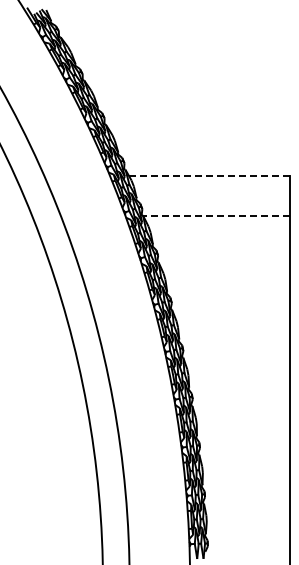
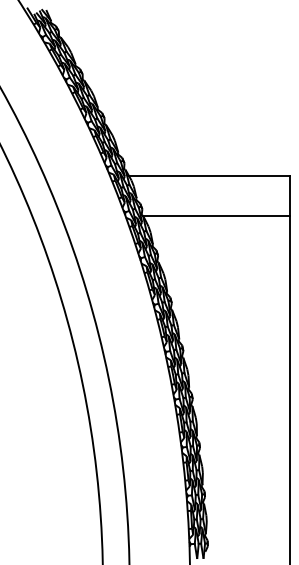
line at (209, 175): dashed -> solid
line at (216, 215): dashed -> solid
